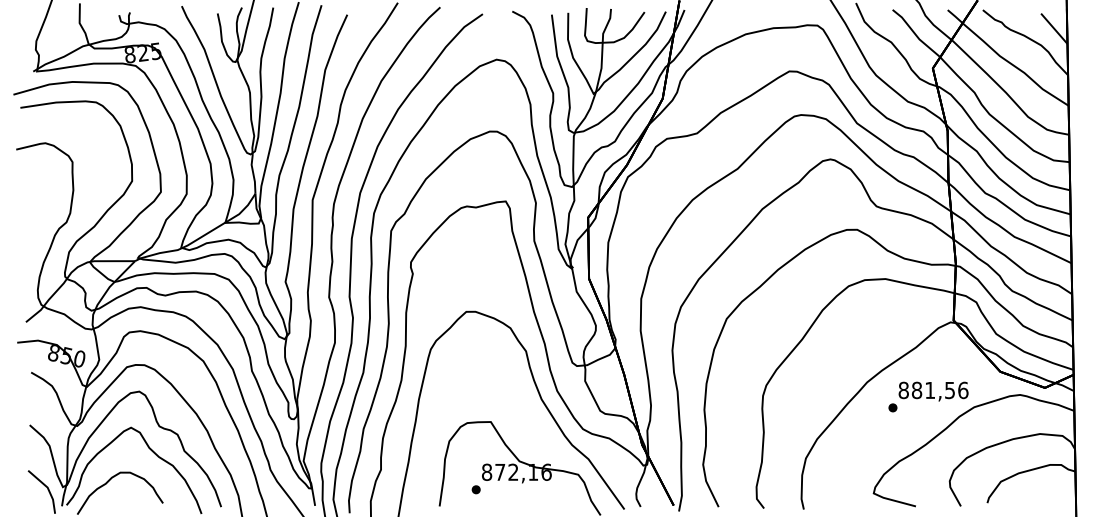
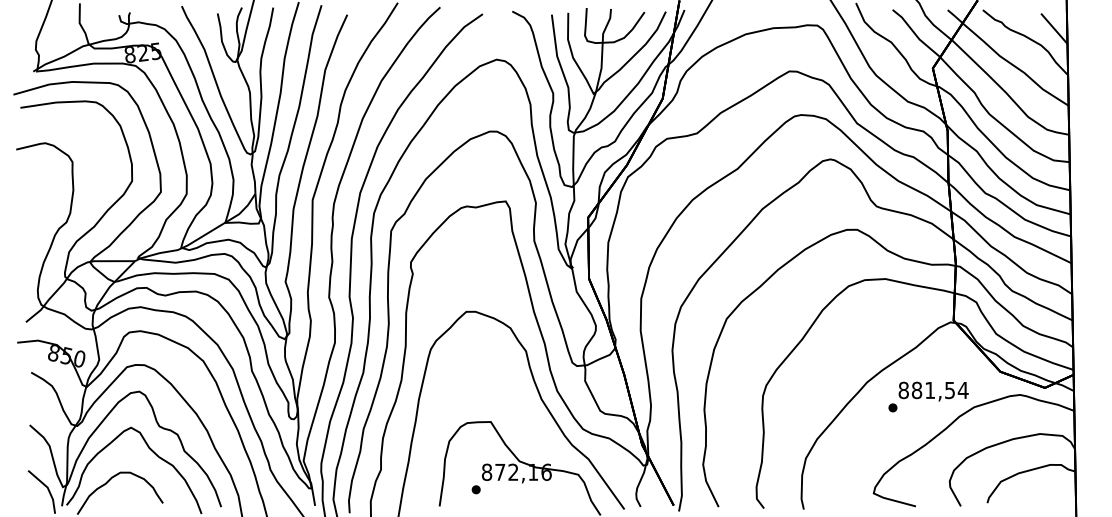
text at (962, 390): 881,56 -> 881,54
